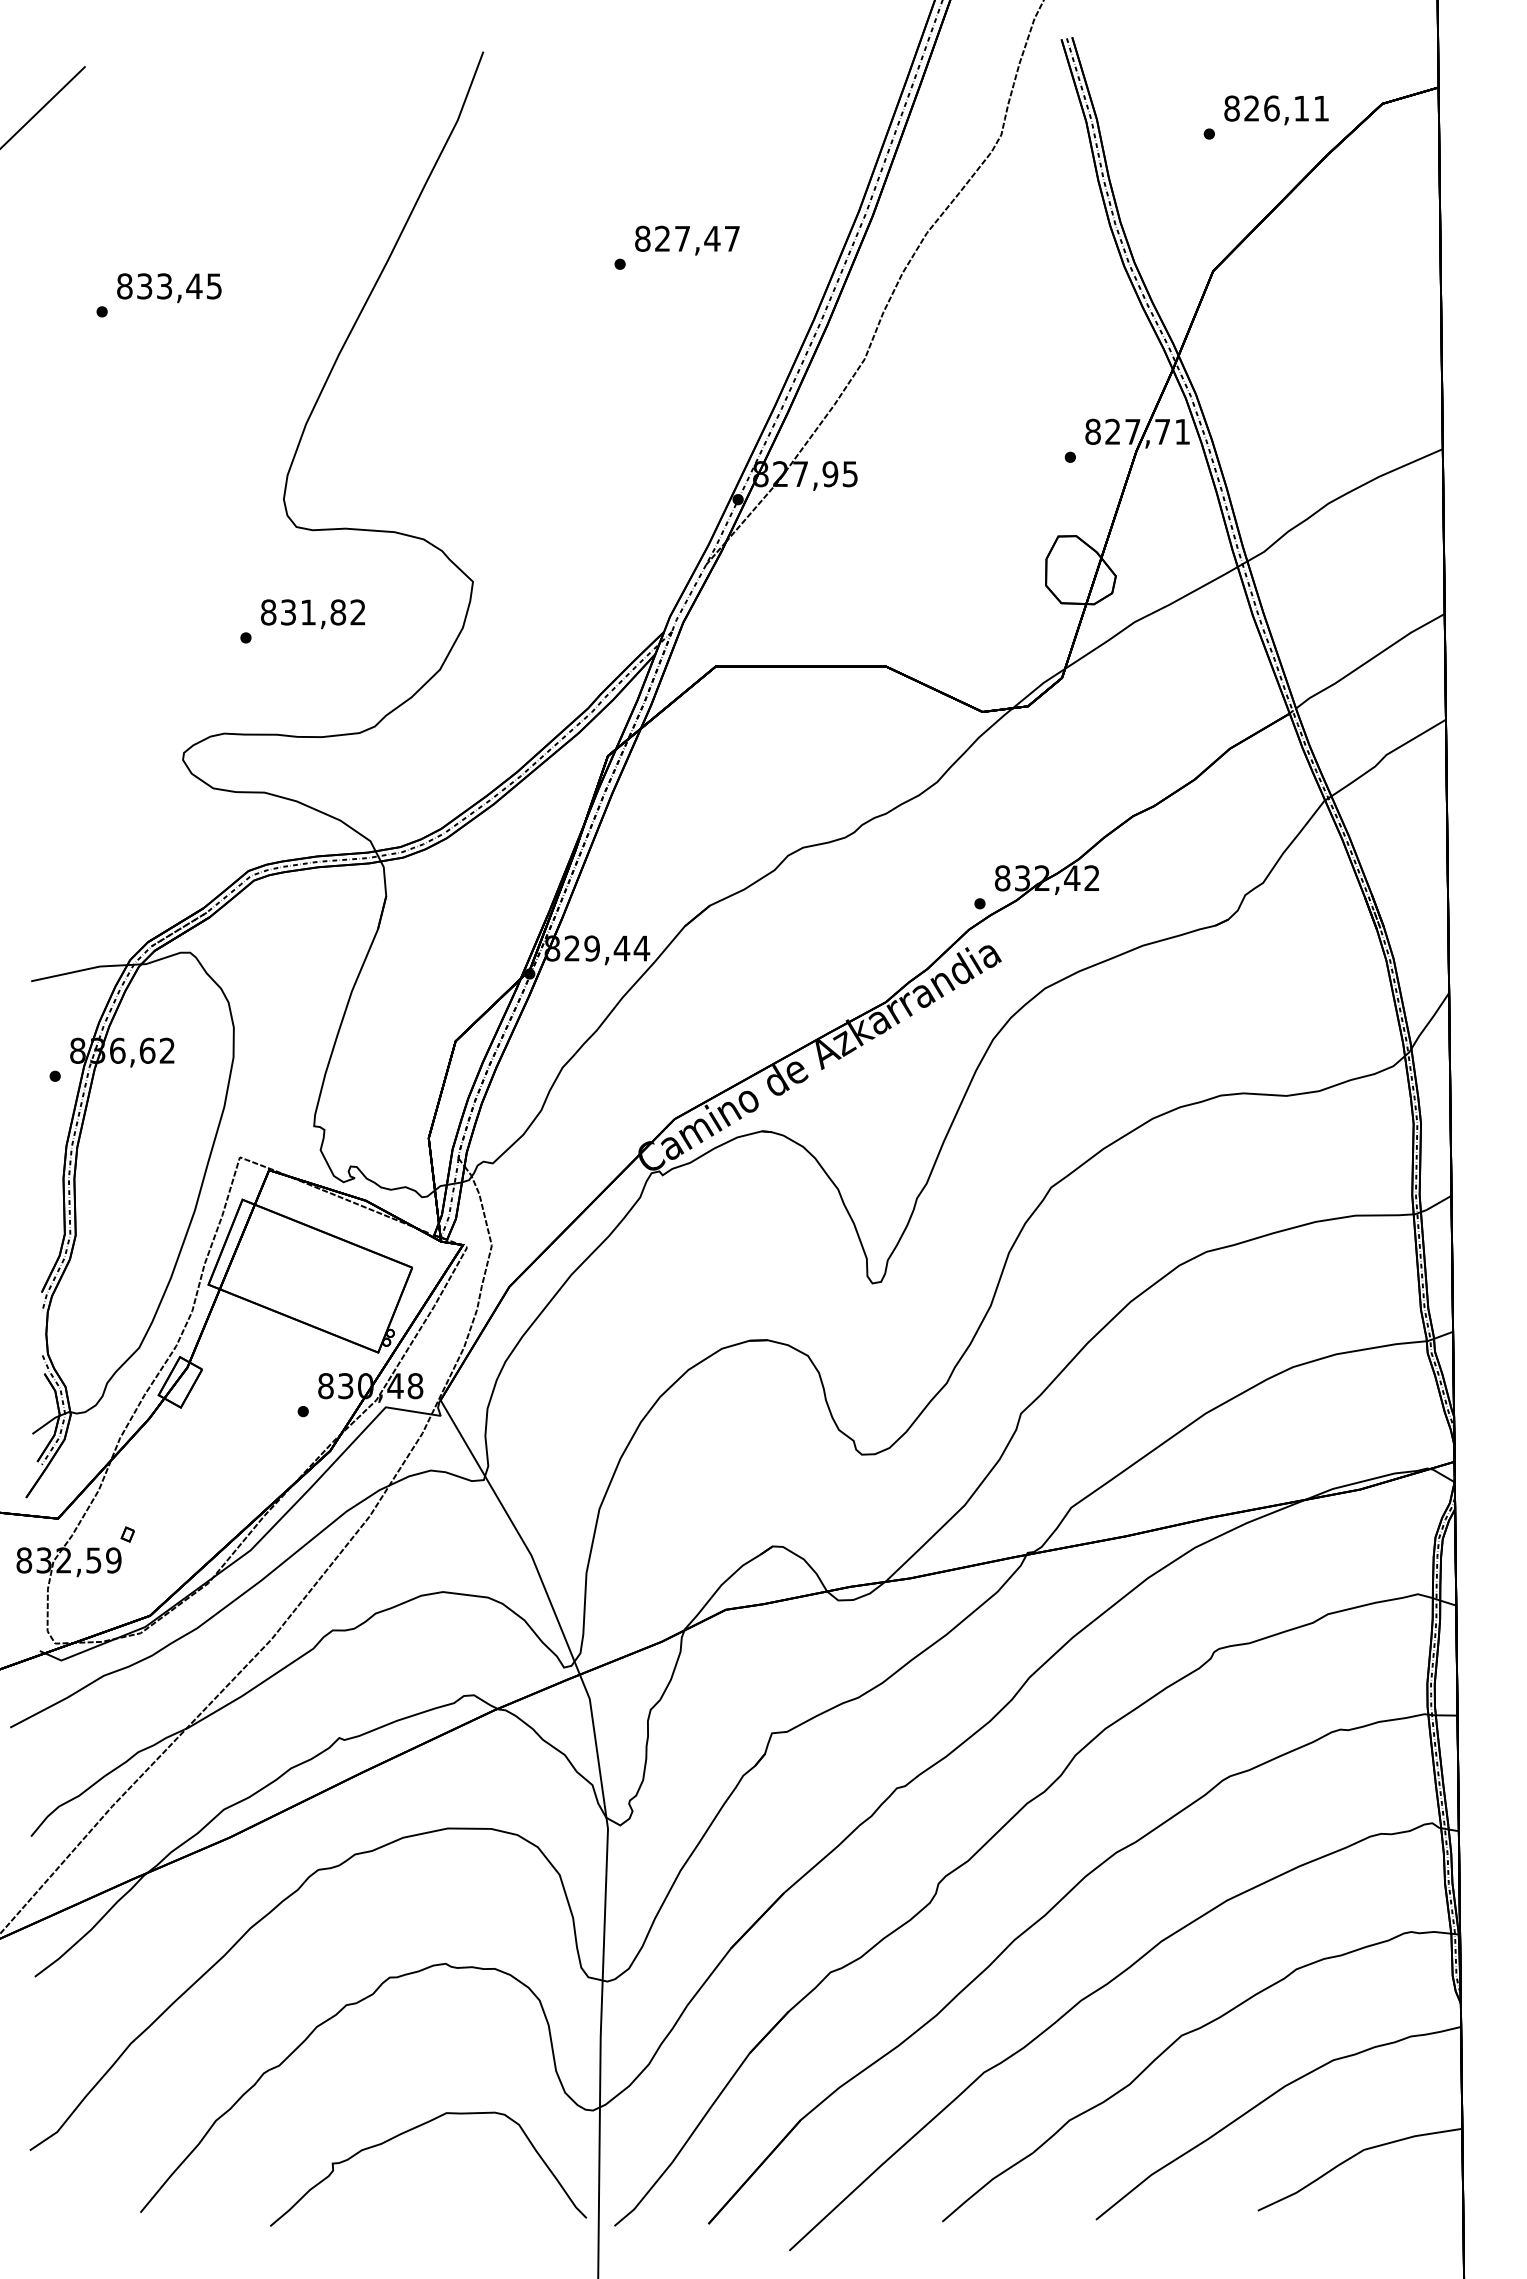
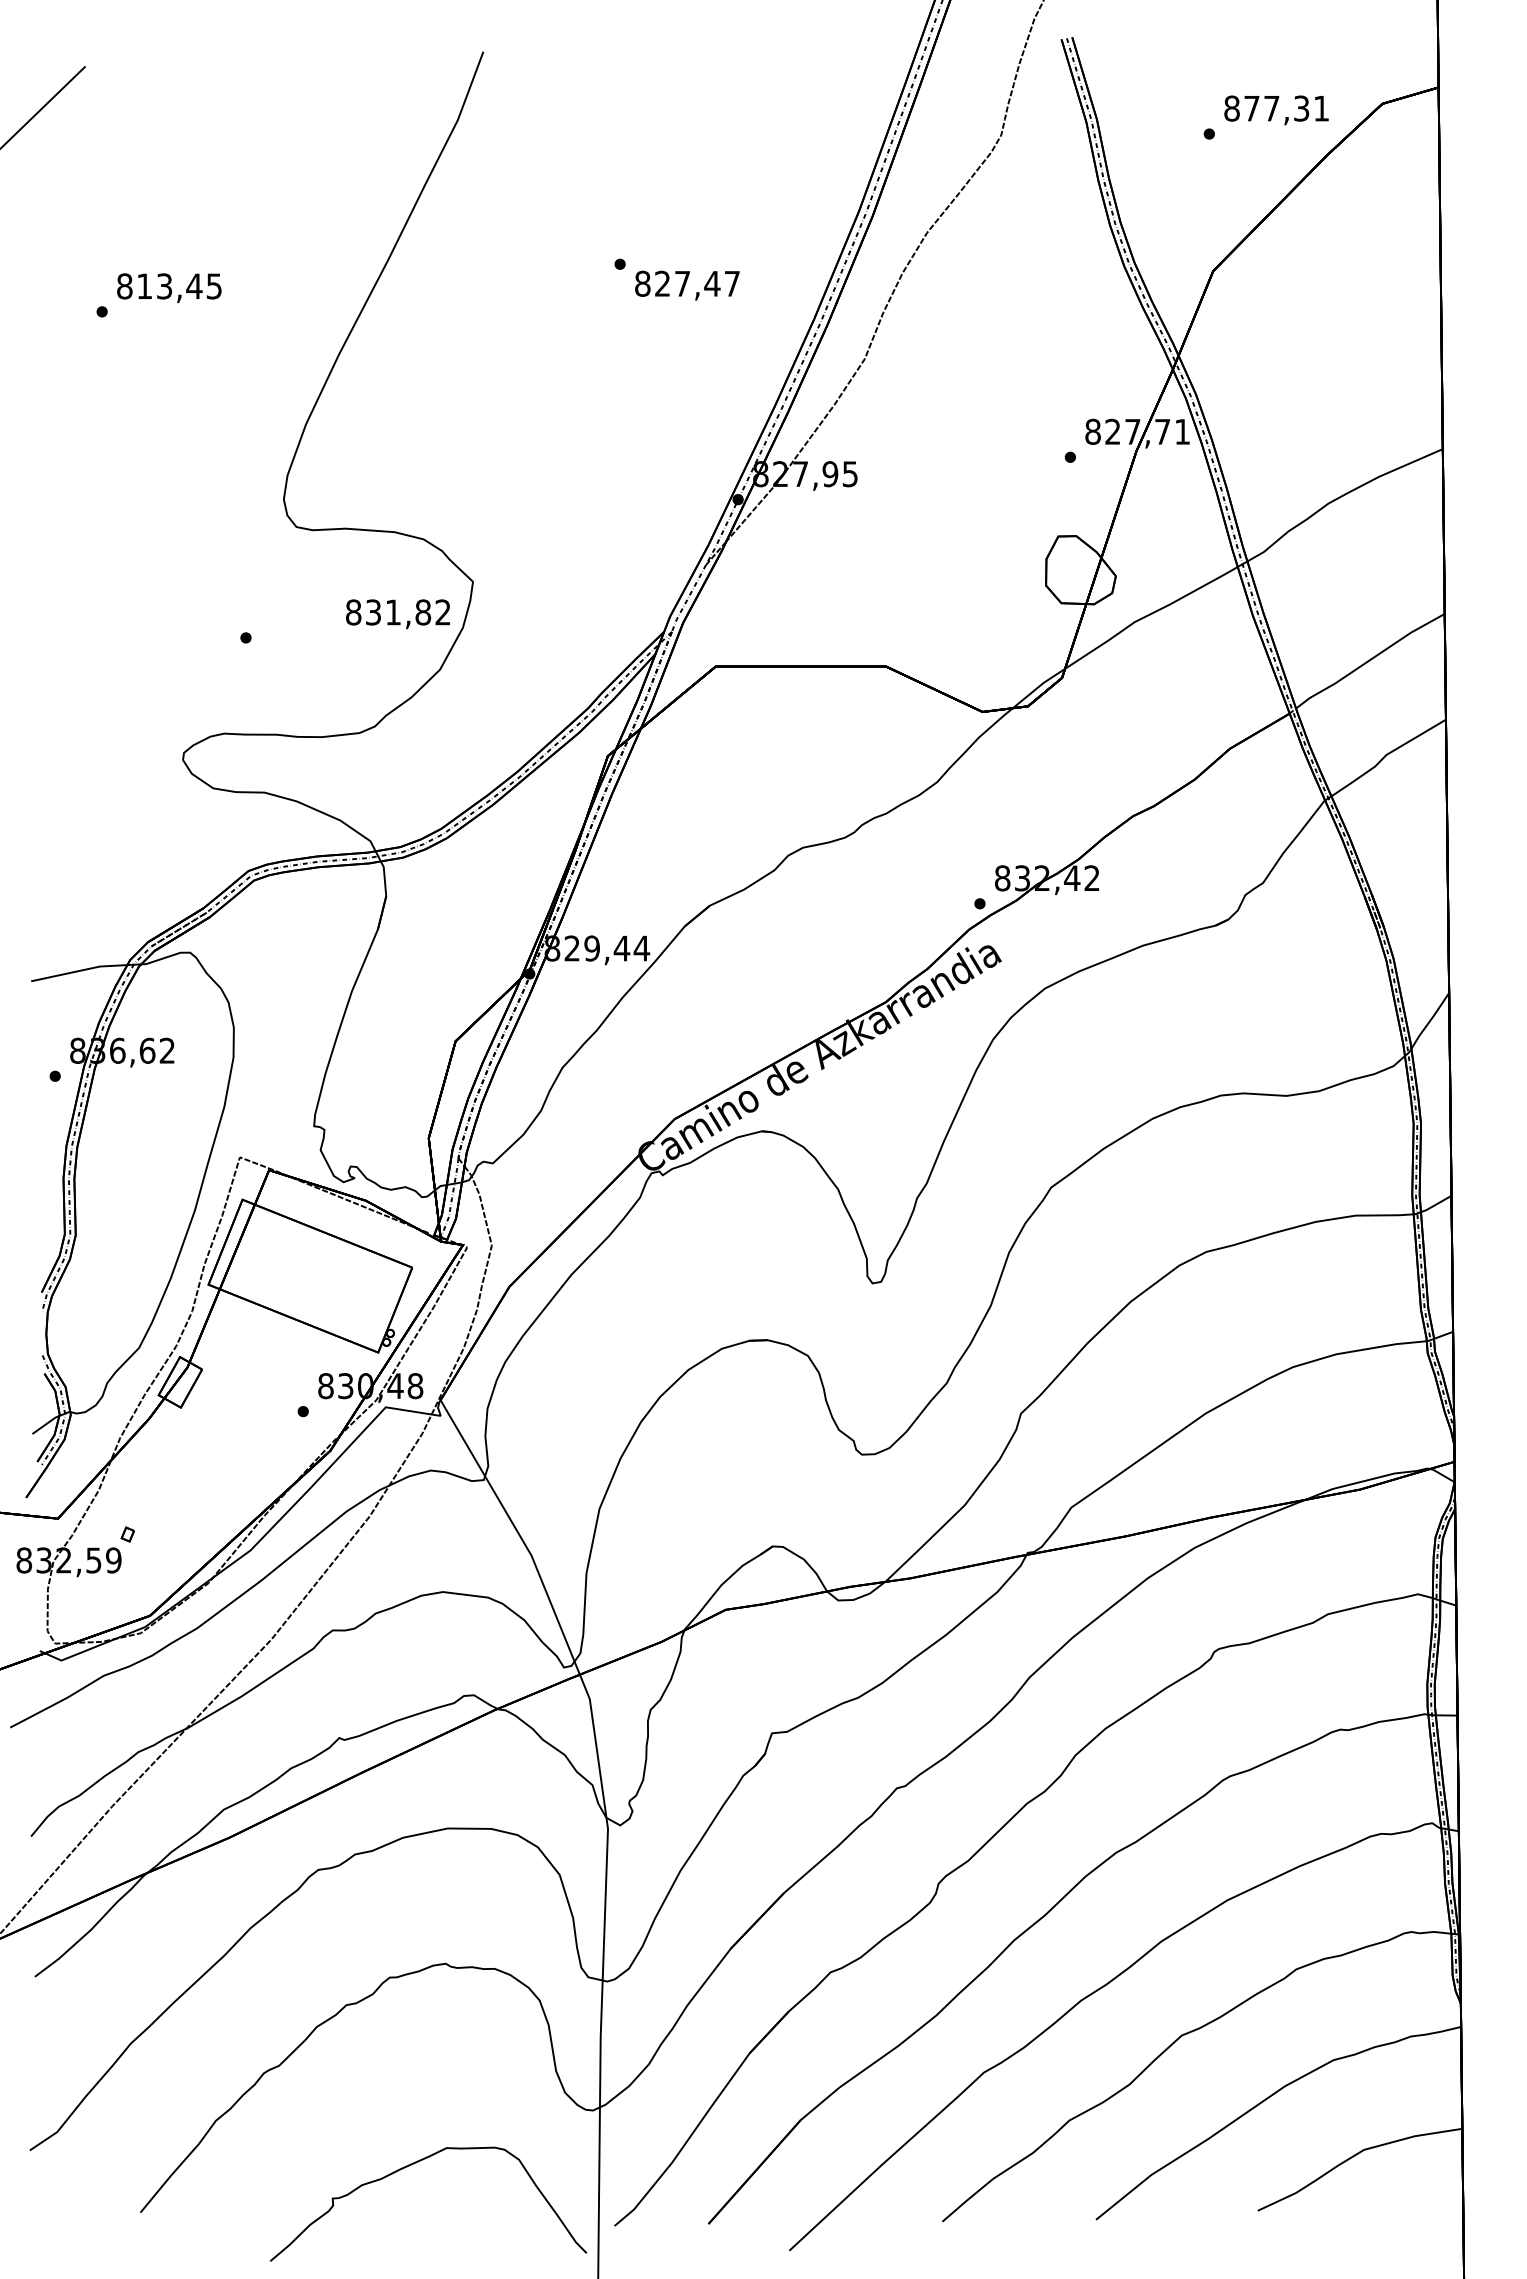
text at (1276, 108): 826,11 -> 877,31
text at (687, 240) position: (687, 240) -> (687, 285)
text at (144, 286): 833,45 -> 813,45
text at (312, 614) position: (312, 614) -> (397, 614)
curve at (414, 2129) position: (414, 2129) -> (414, 2164)
